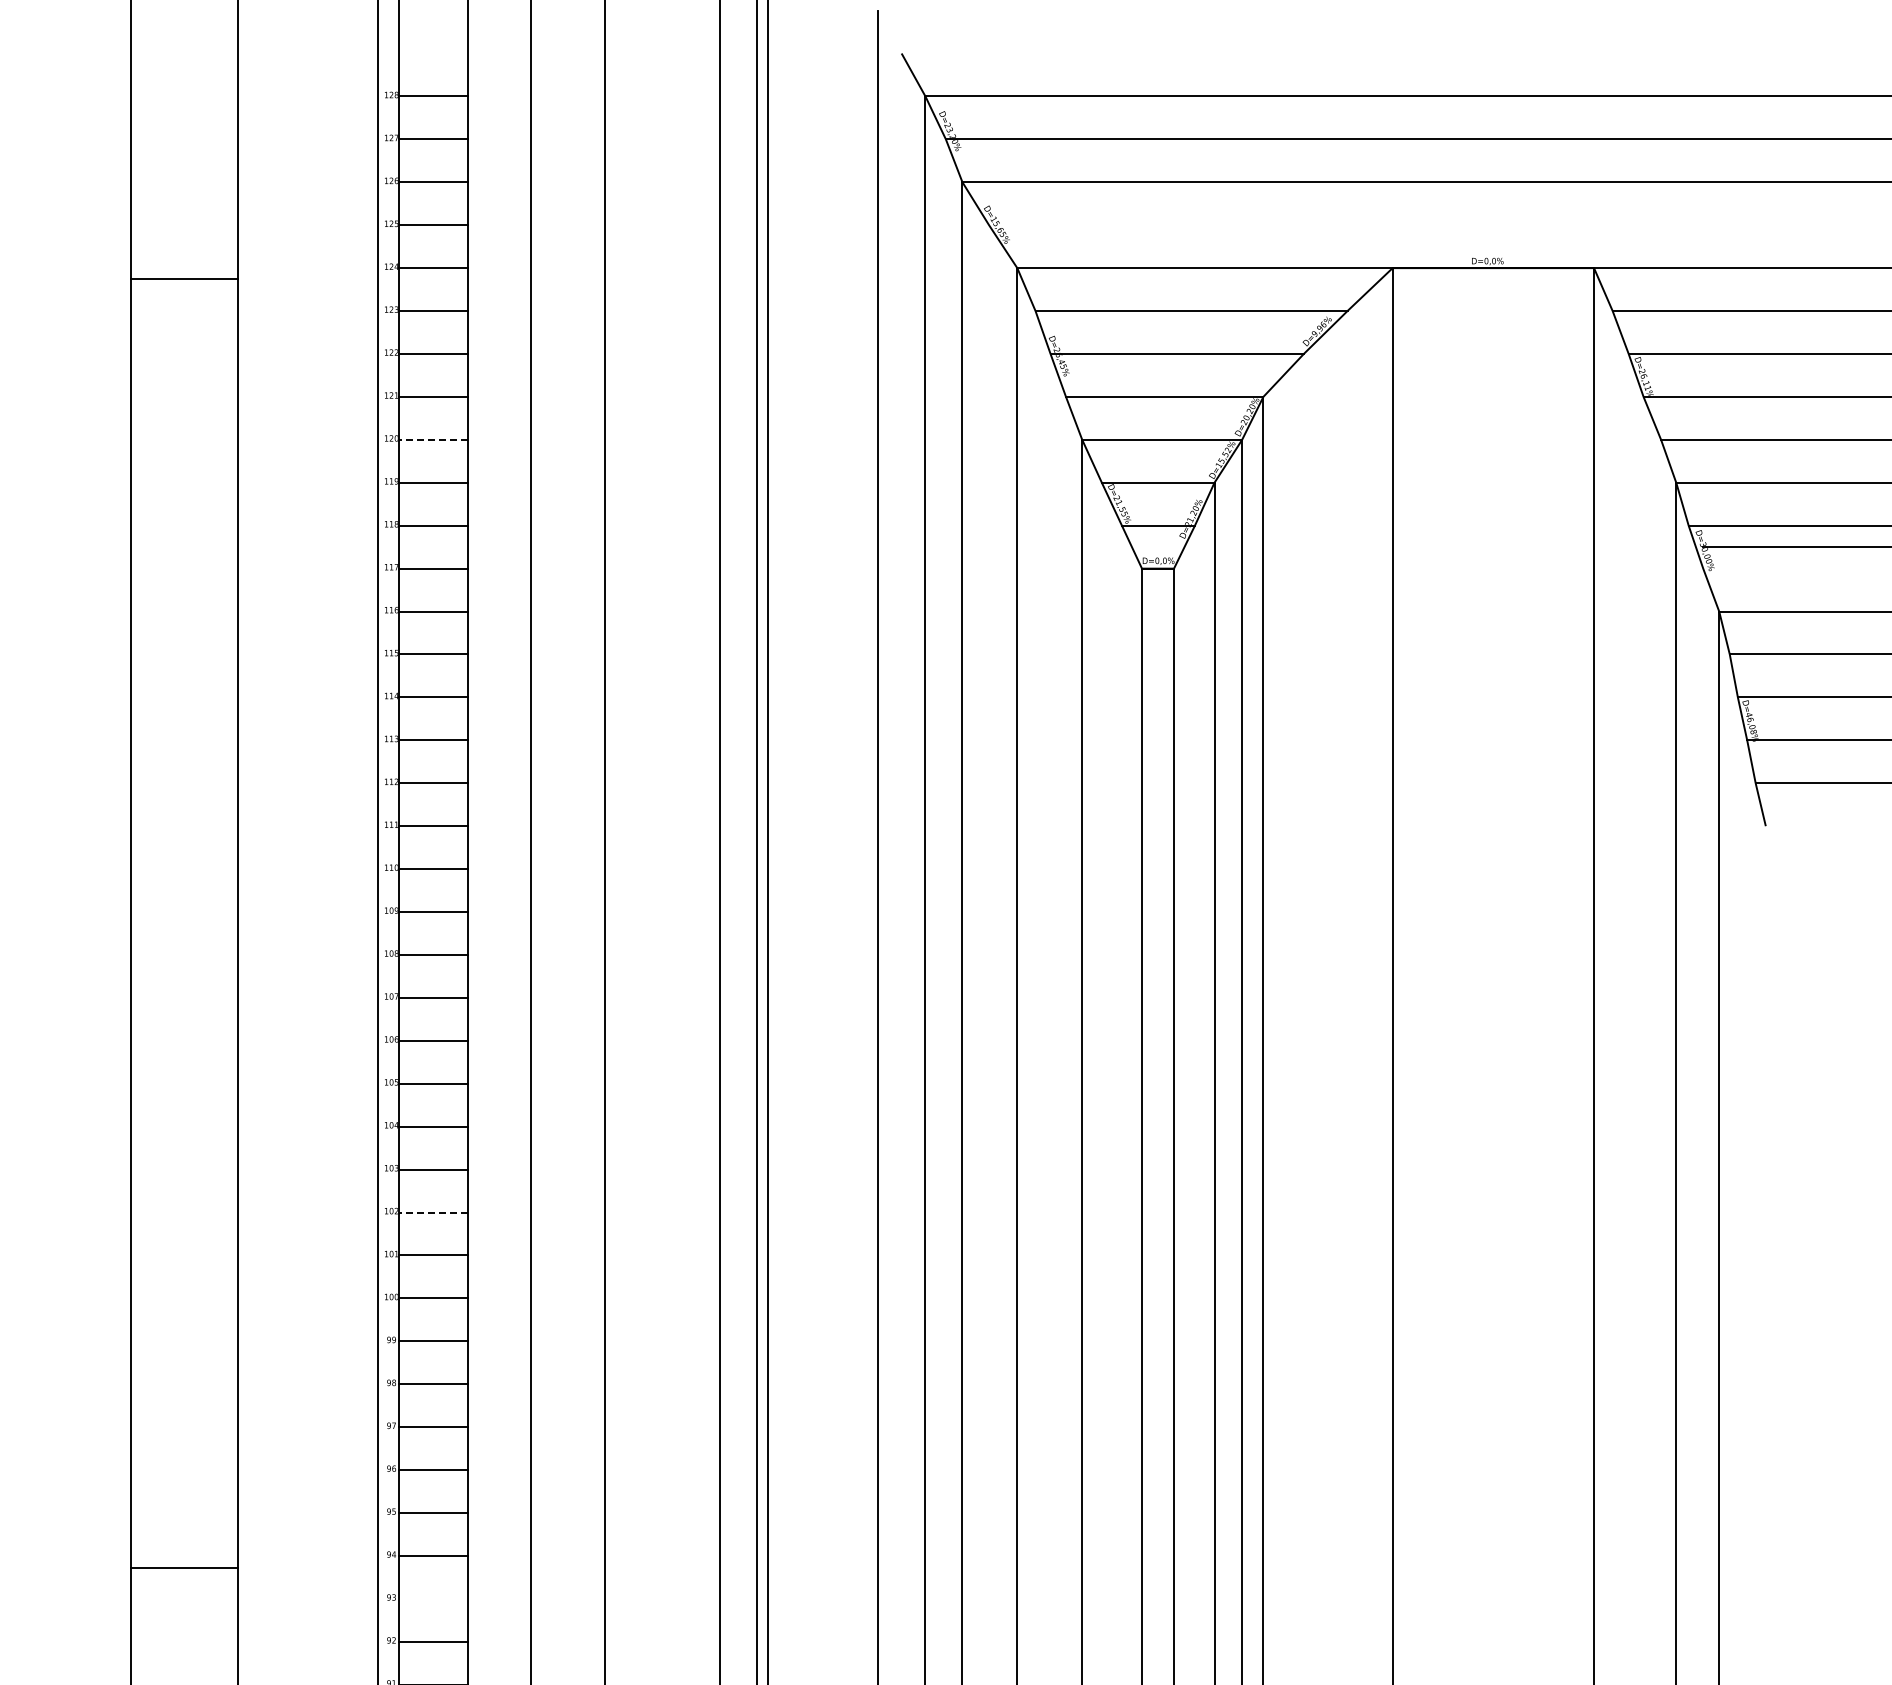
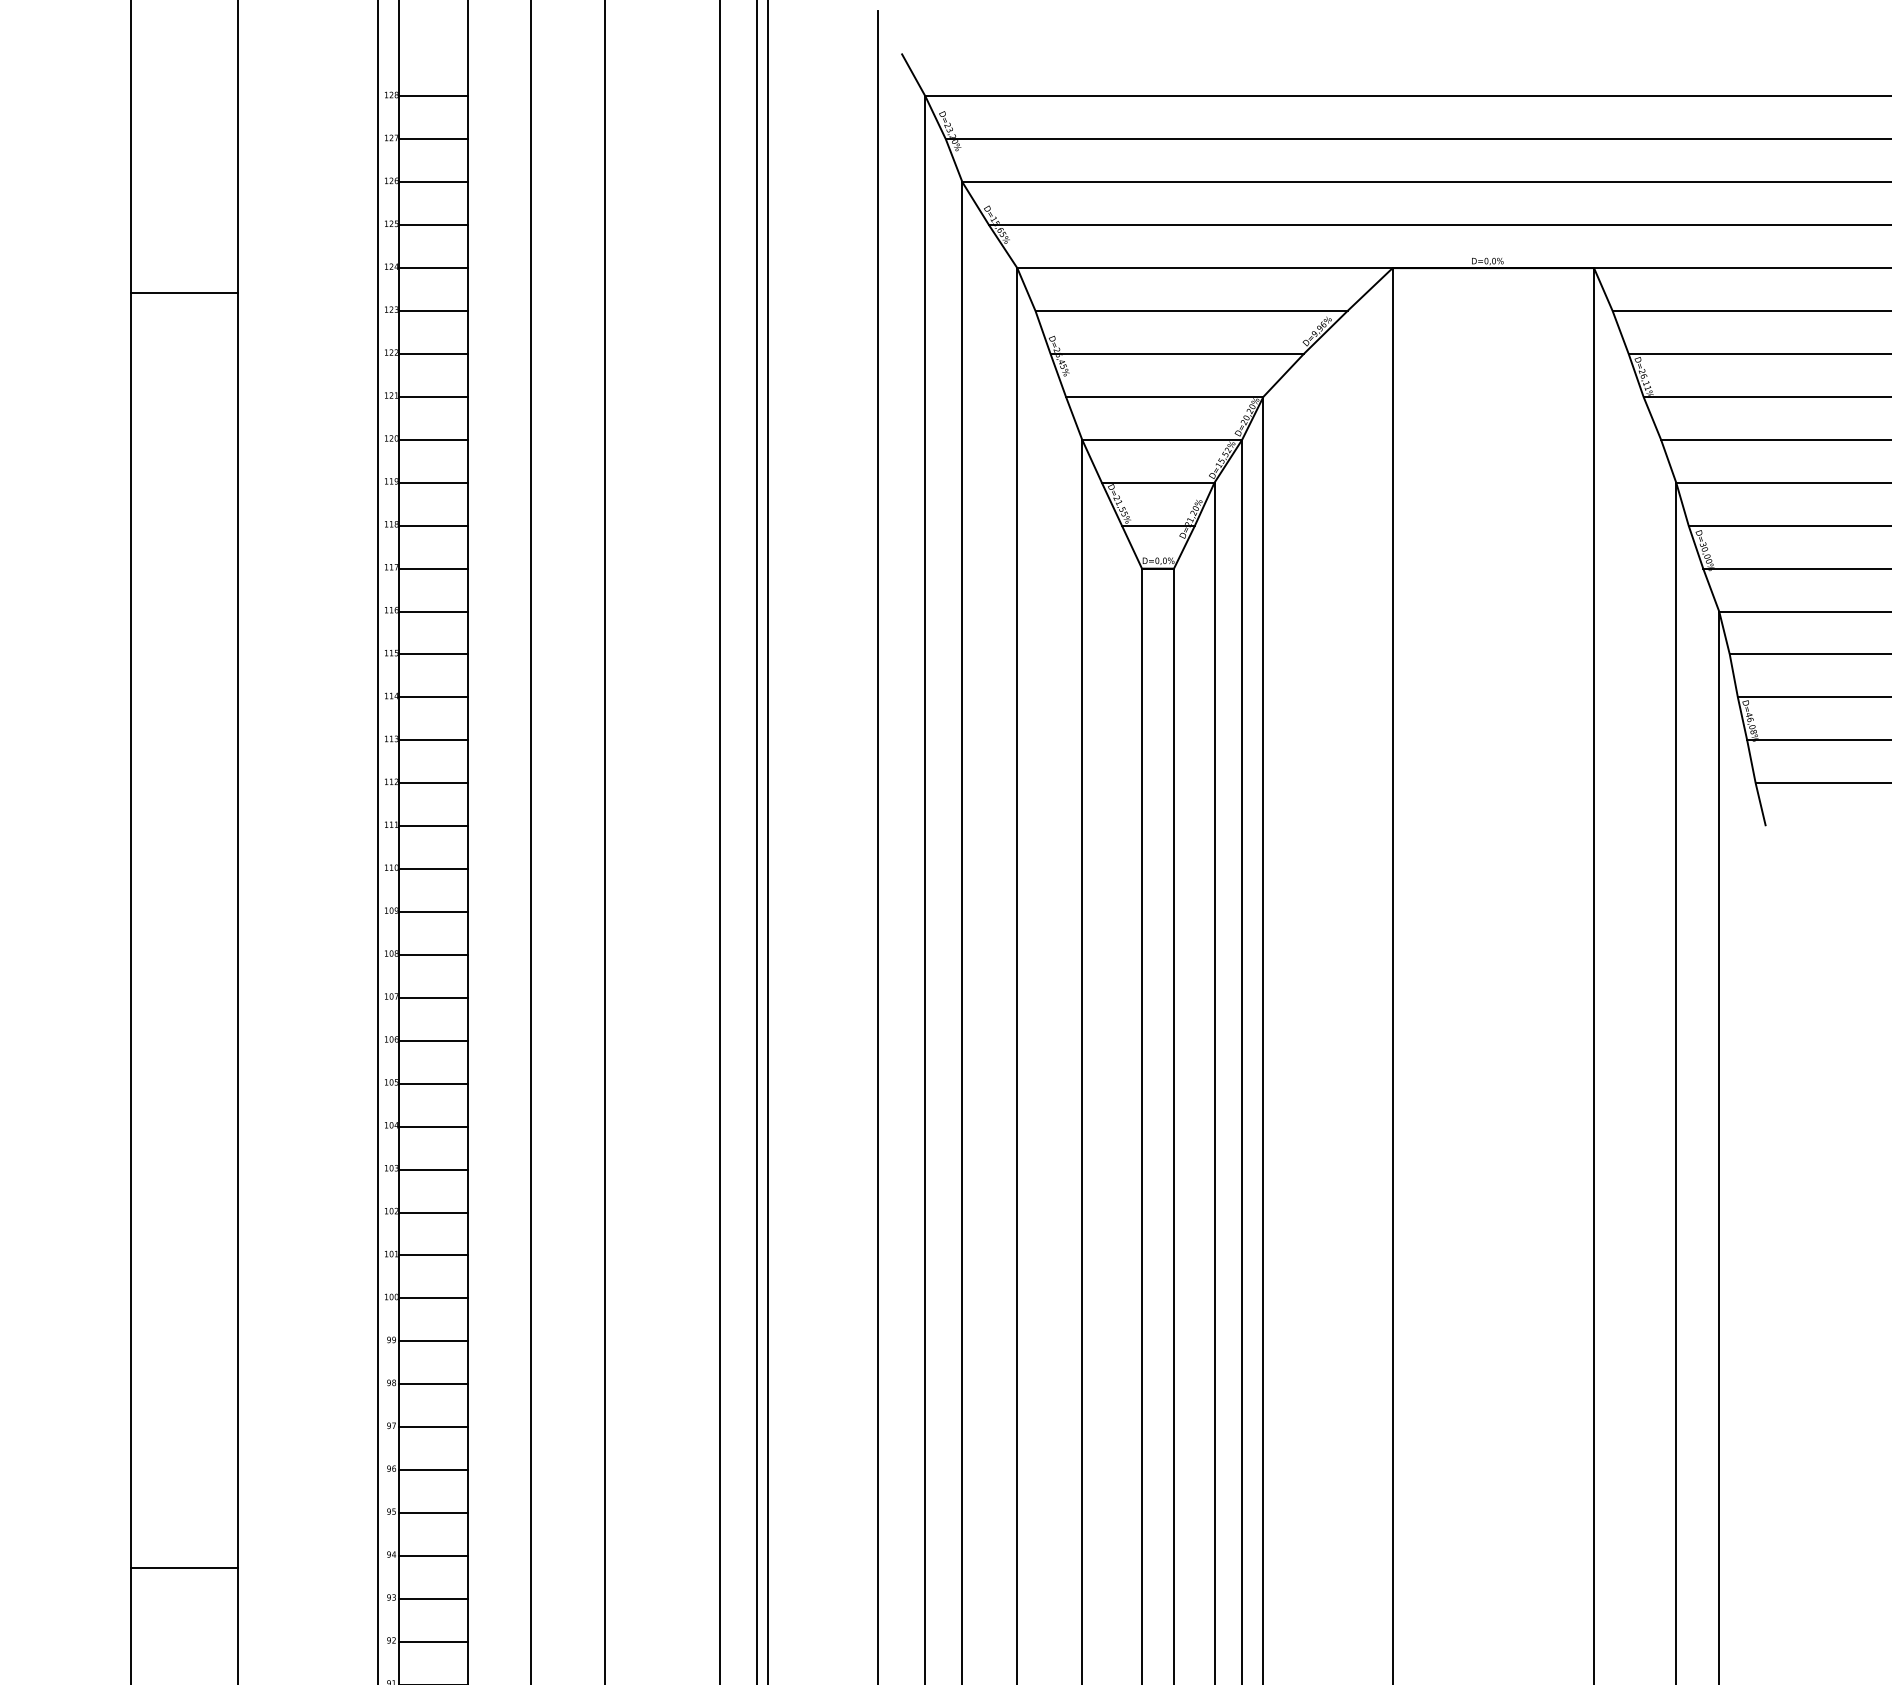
line at (1438, 225): none -> present
line at (184, 279) position: (184, 279) -> (184, 293)
line at (433, 439): dashed -> solid
line at (1795, 546) position: (1795, 546) -> (1795, 568)
line at (433, 1212): dashed -> solid
line at (433, 1598): none -> present
